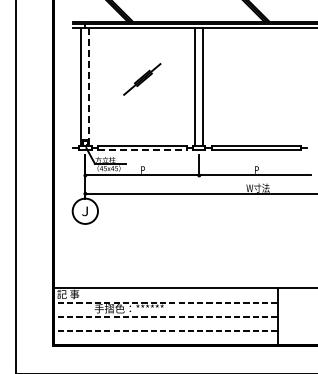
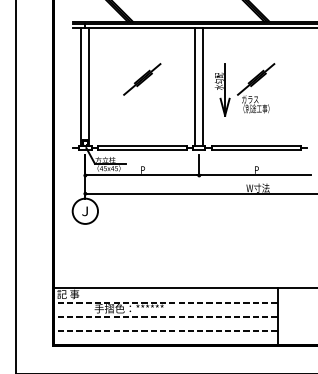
line at (89, 87): dashed -> solid
part at (244, 89): none -> present
line at (142, 150): dashed -> solid
